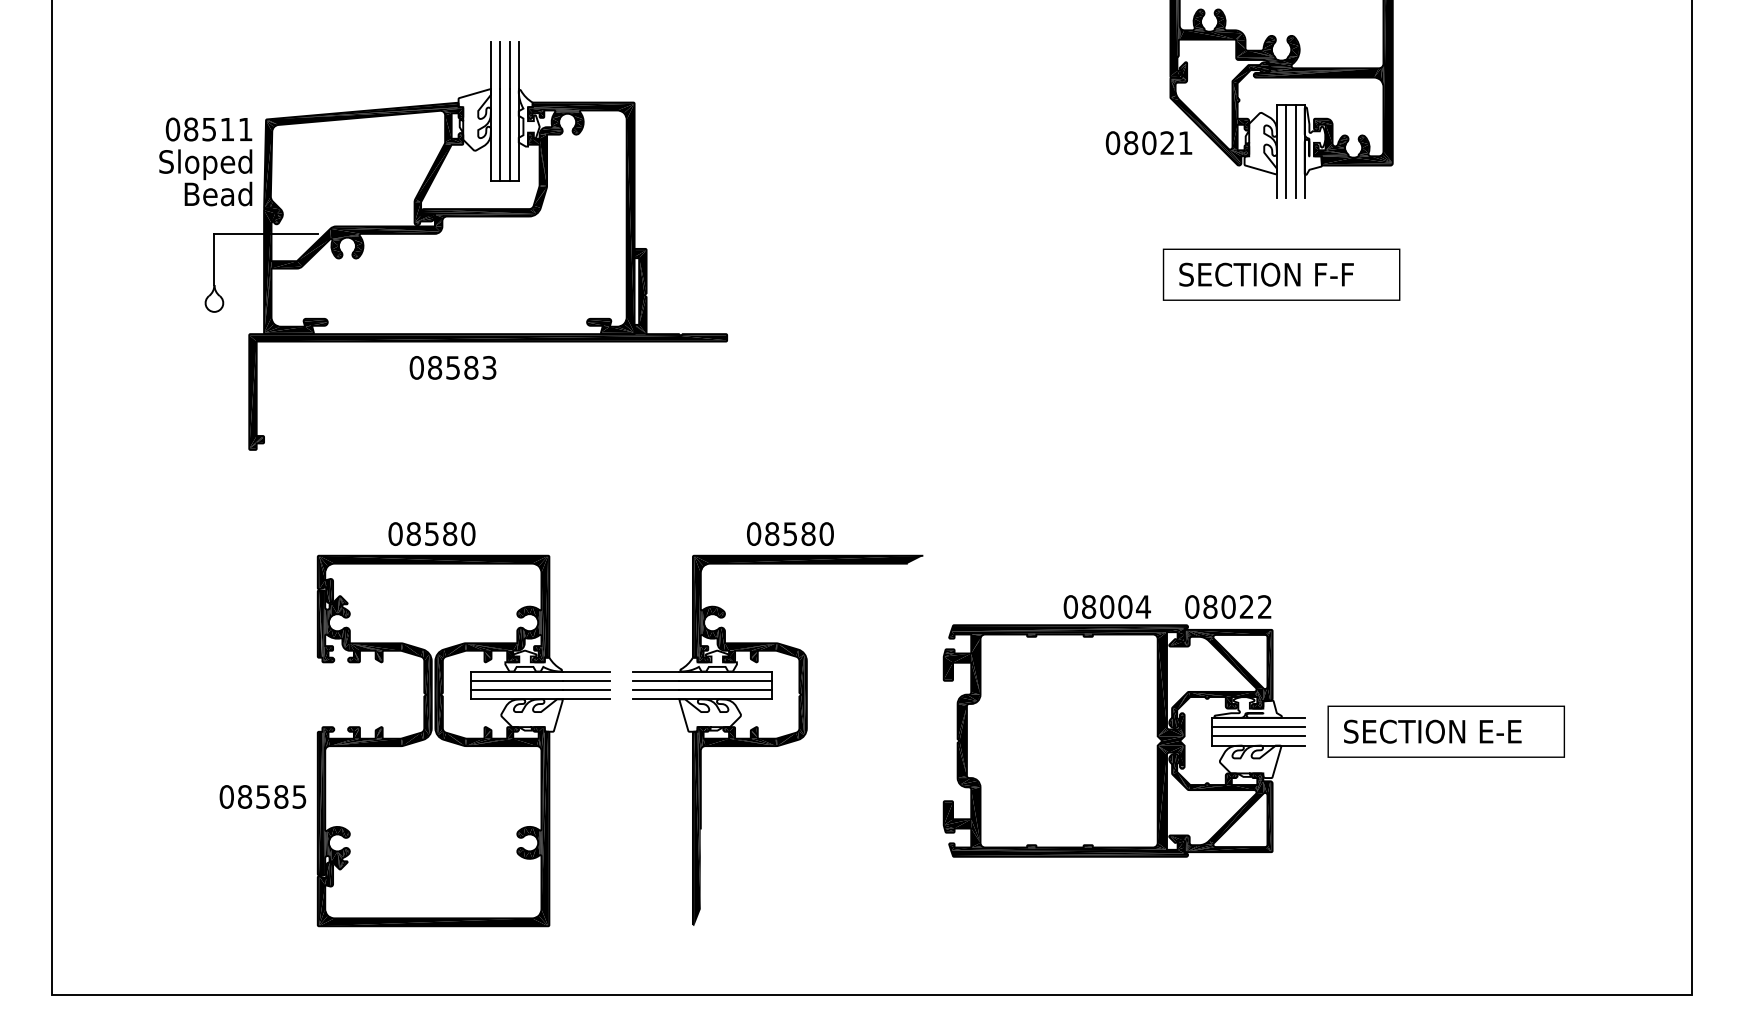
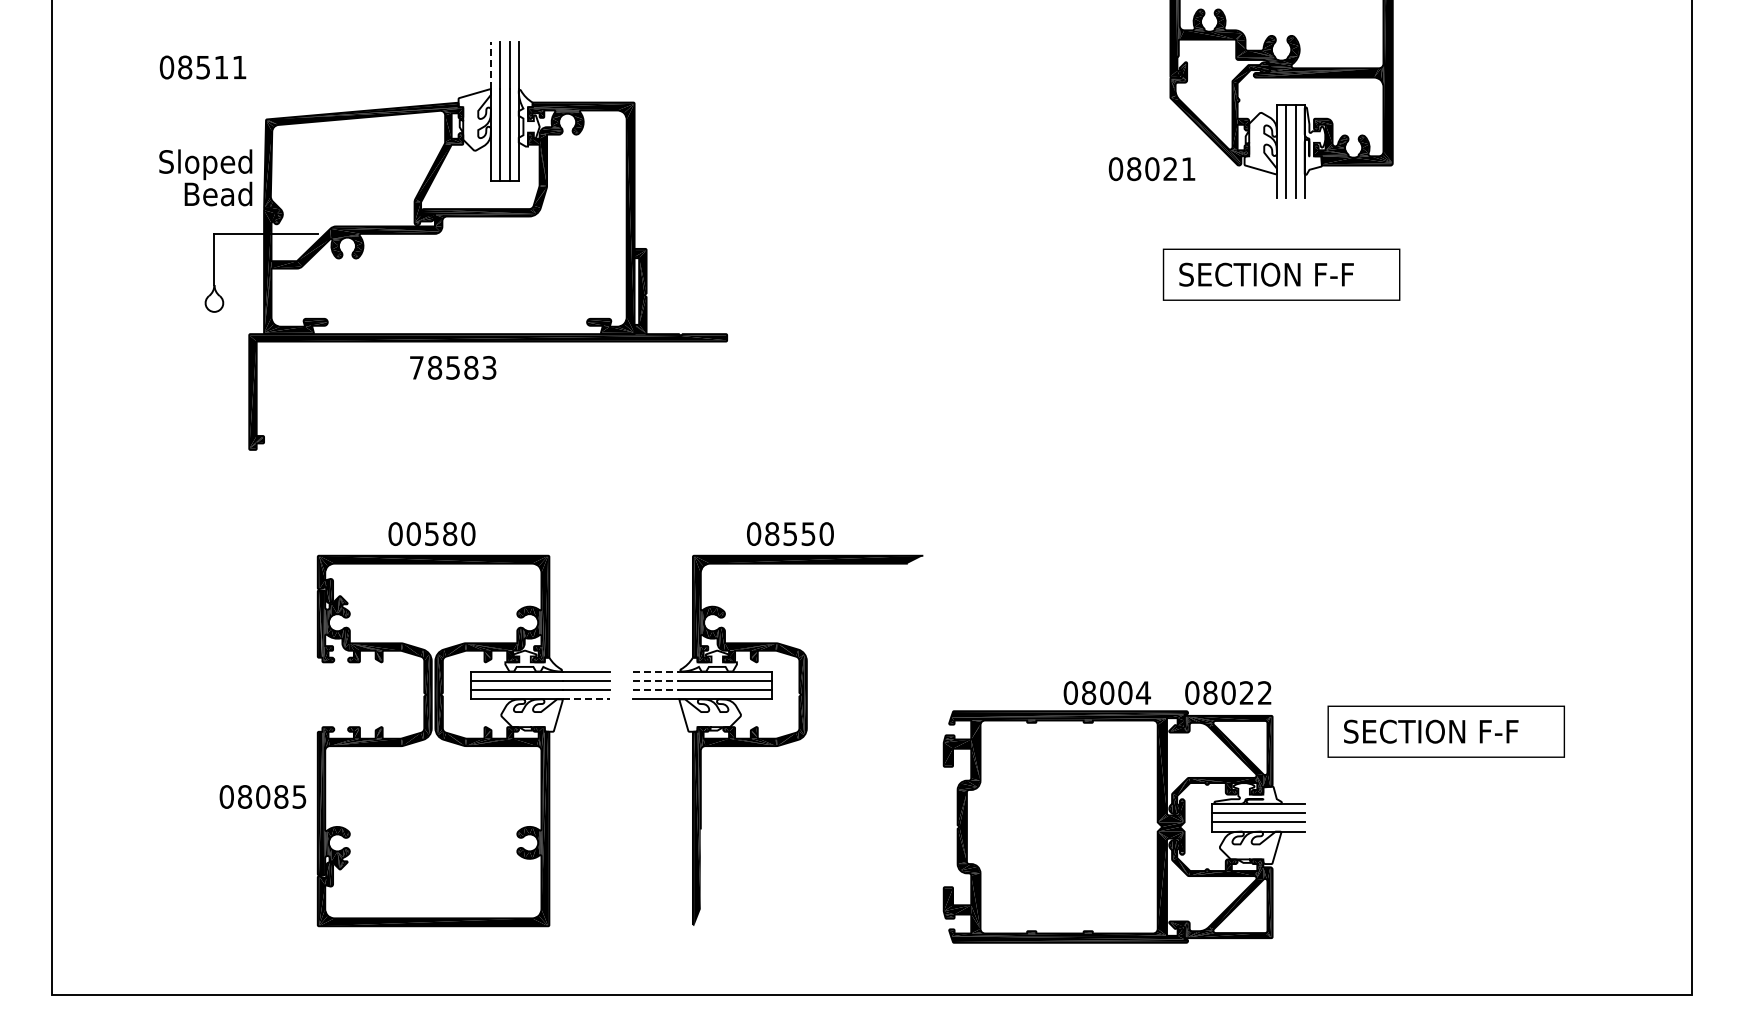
line at (491, 65): solid -> dashed
text at (208, 129) position: (208, 129) -> (202, 67)
text at (1148, 143) position: (1148, 143) -> (1151, 169)
text at (416, 367): 08583 -> 78583
text at (413, 533): 08580 -> 00580
text at (808, 533): 08580 -> 08550
line at (656, 671): solid -> dashed
line at (656, 680): solid -> dashed
line at (656, 690): solid -> dashed
line at (586, 699): solid -> dashed
part at (1123, 726) position: (1123, 726) -> (1123, 812)
text at (1501, 731): SECTION E-E -> SECTION F-F
text at (263, 796): 08585 -> 08085
